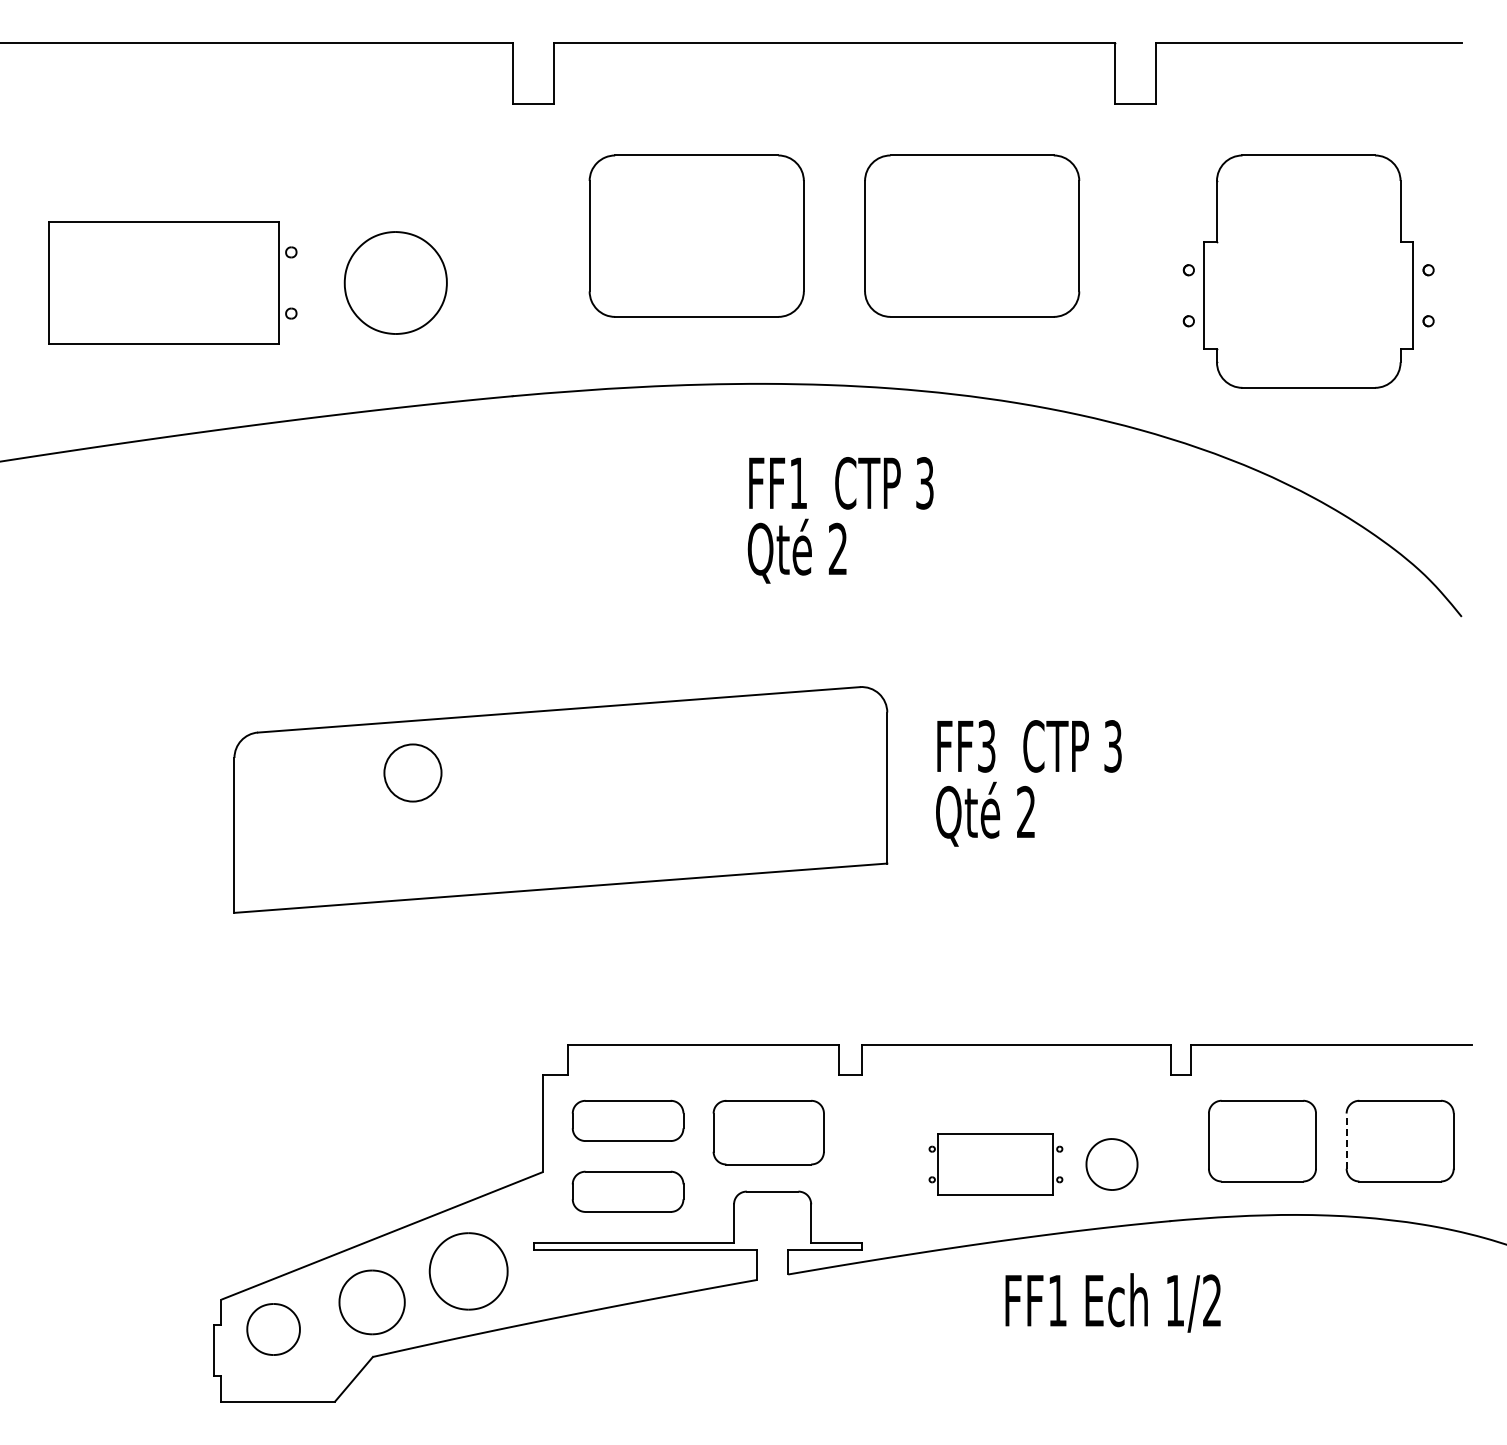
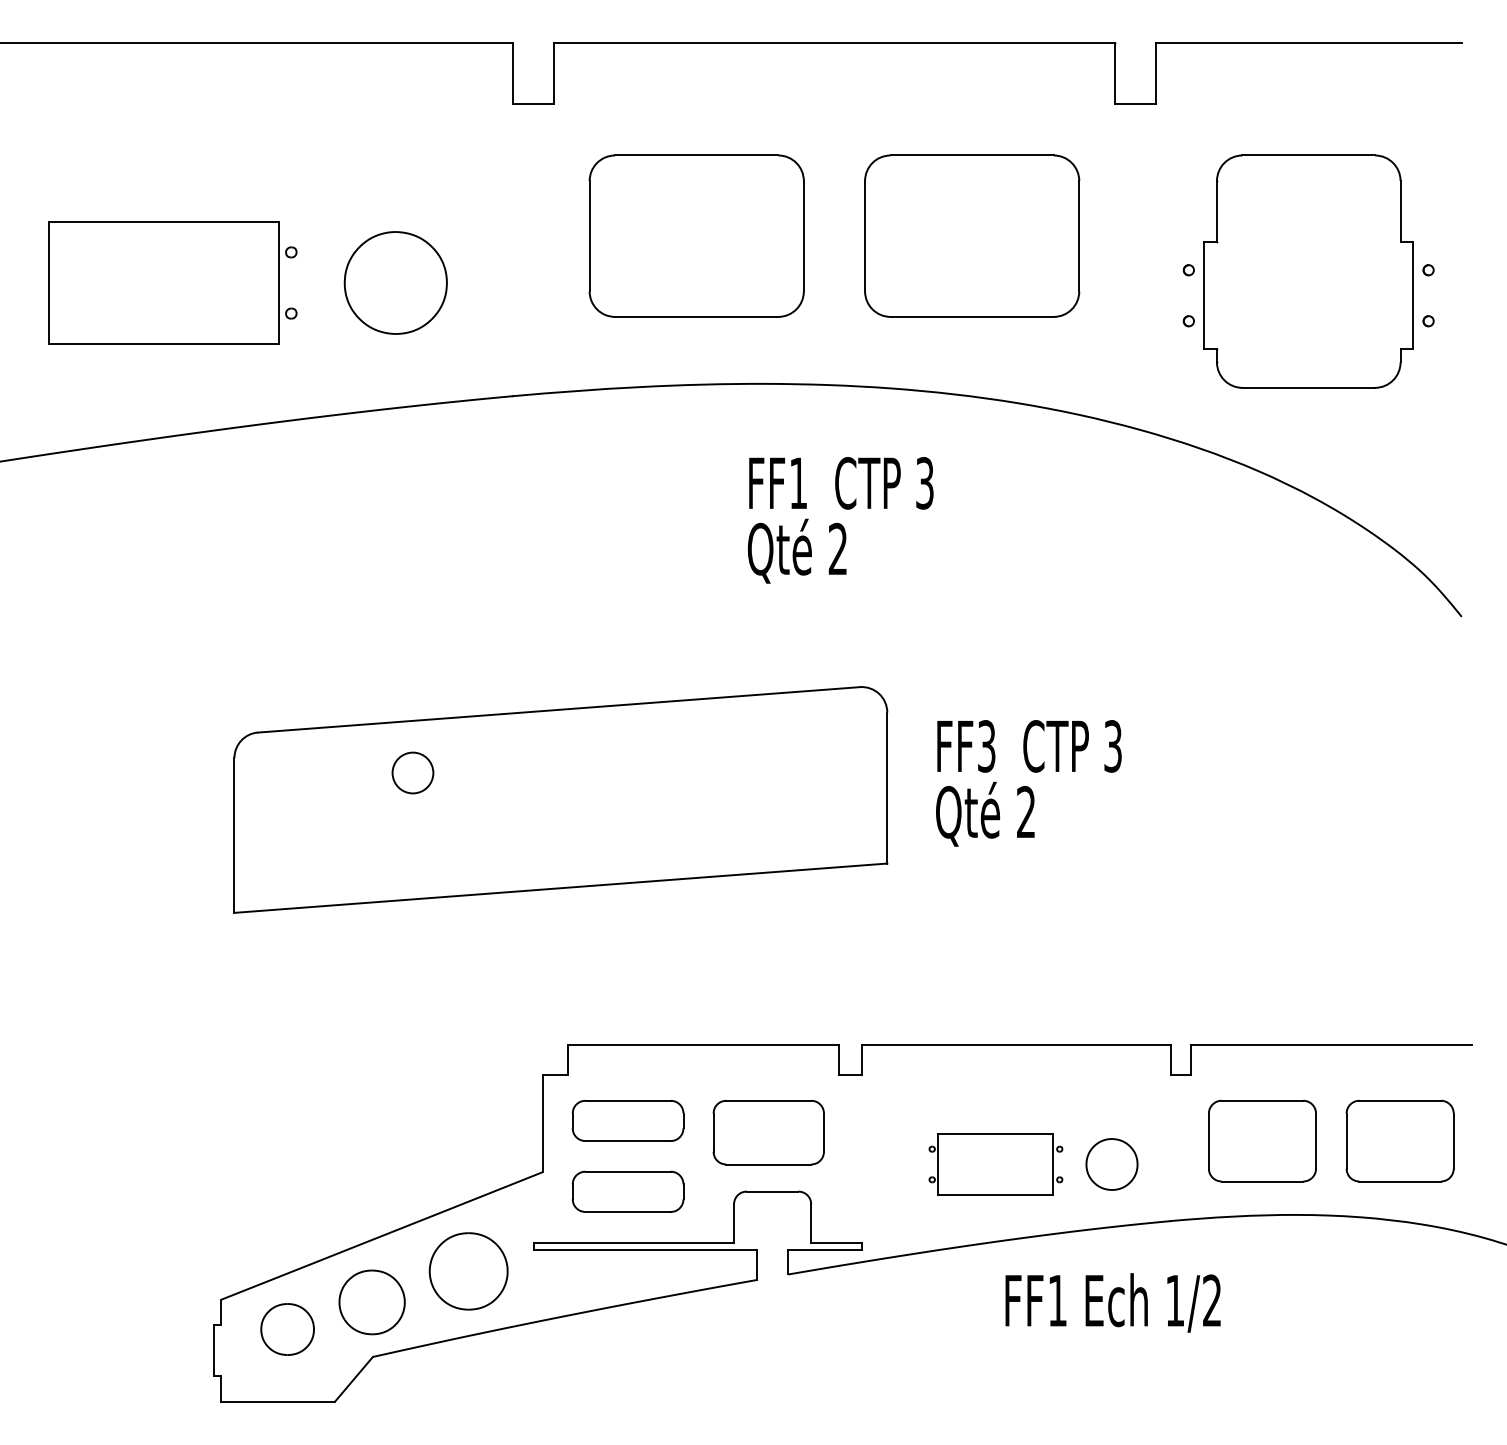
circle at (412, 772) diameter: 57 px -> 41 px
line at (1346, 1141): dashed -> solid
part at (273, 1329) position: (273, 1329) -> (287, 1329)
